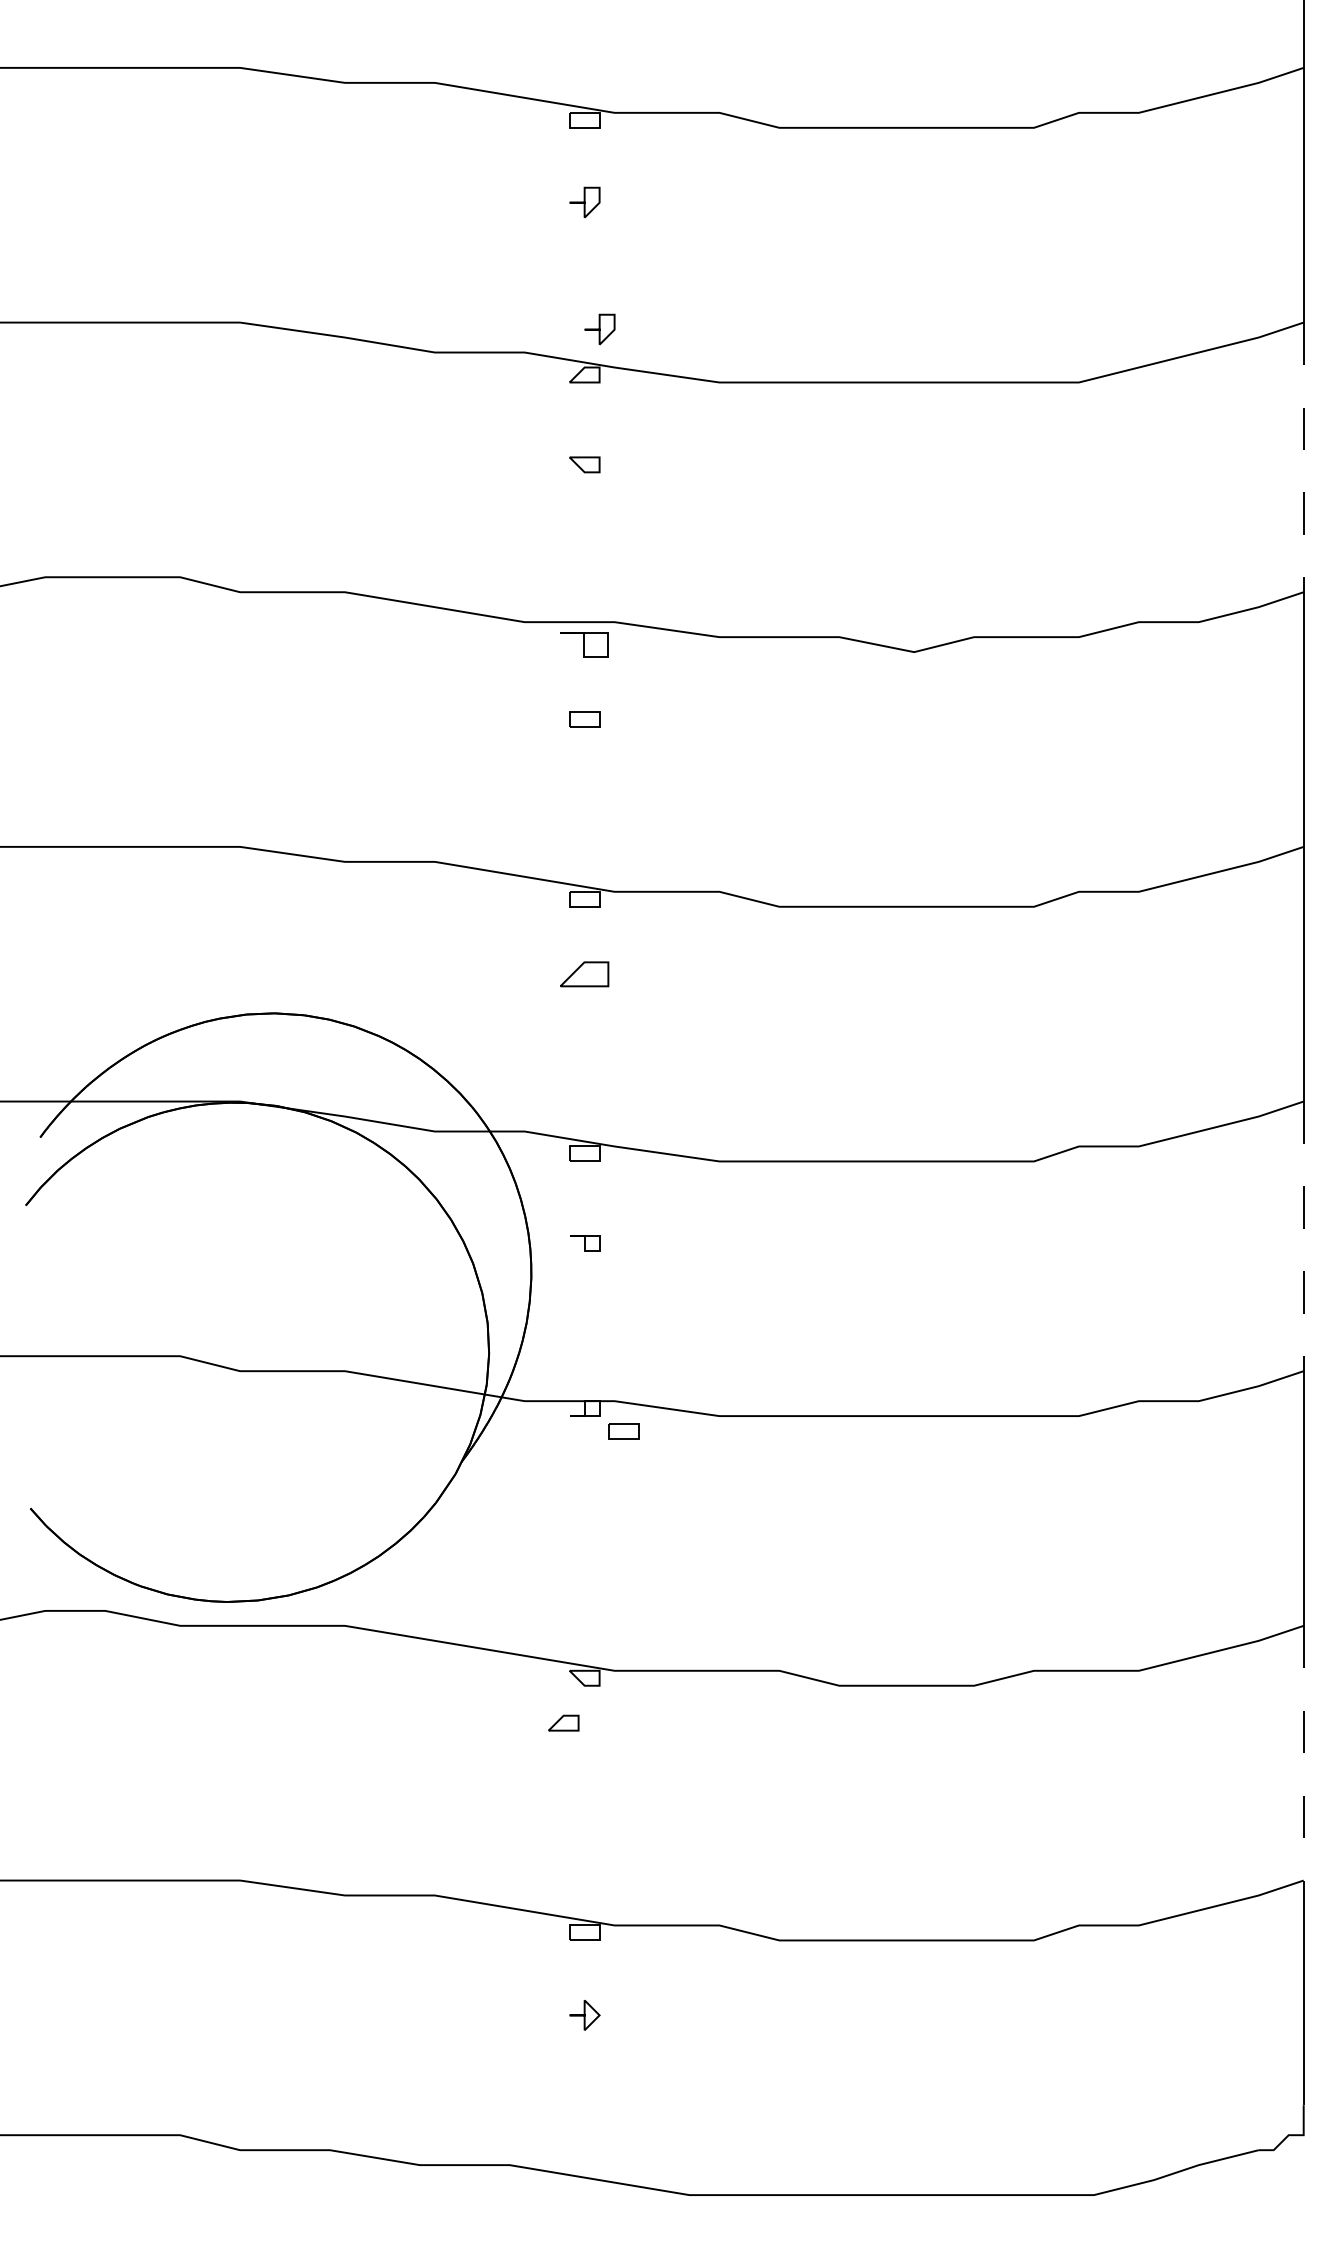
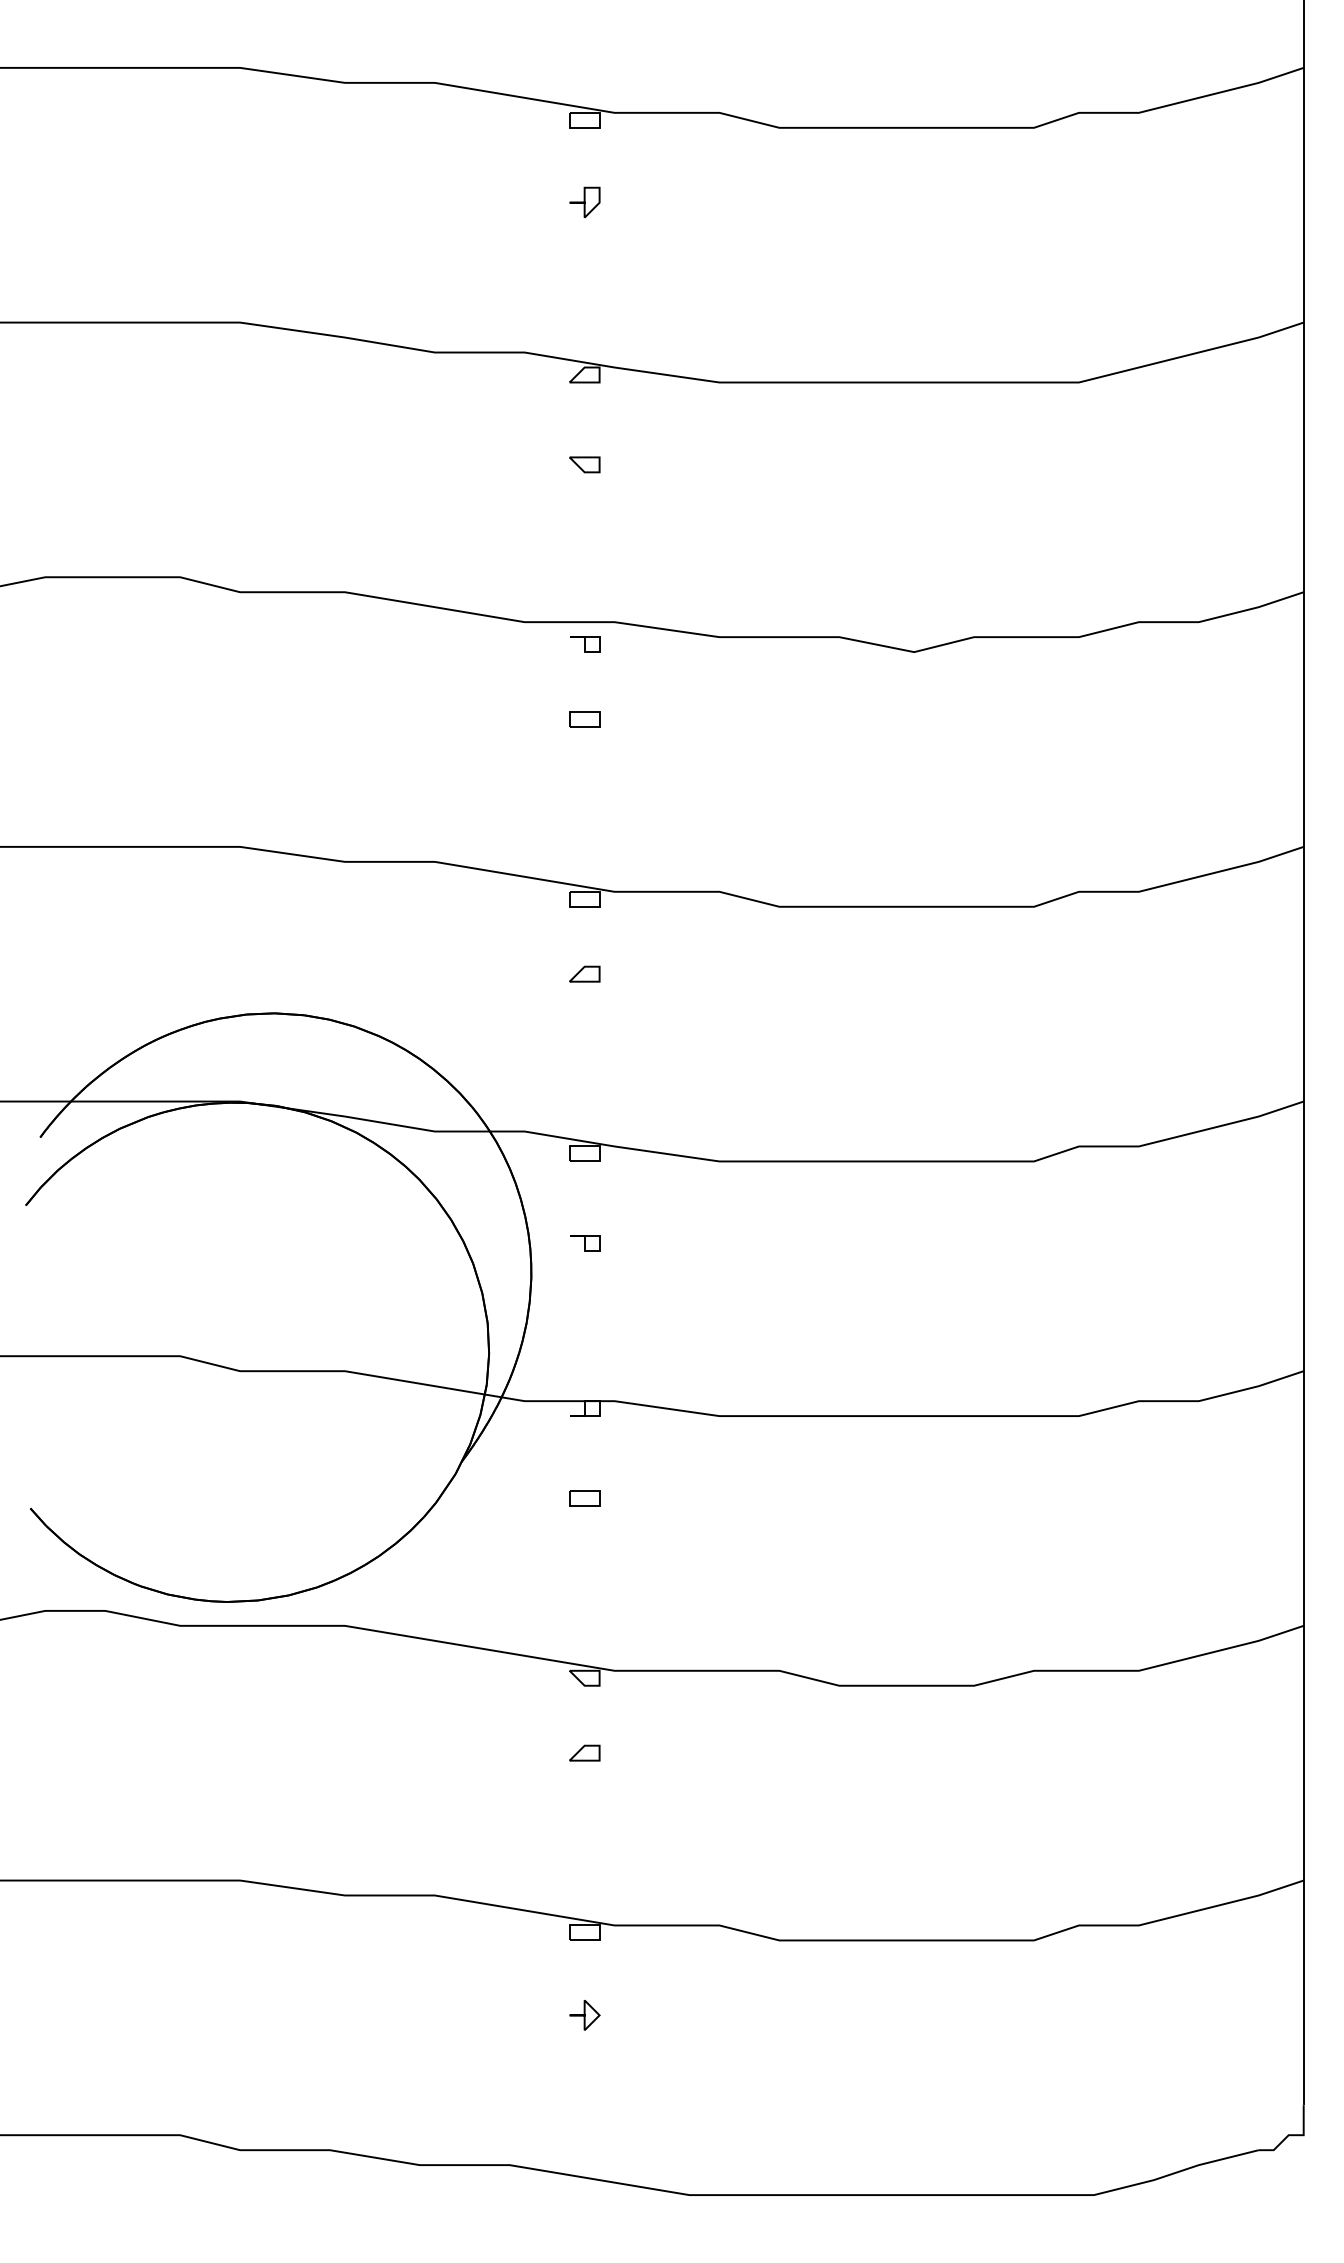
part at (599, 329): present -> none
line at (1303, 457): dashed -> solid
part at (584, 644) size: 49x26 px -> 31x17 px
part at (584, 974) size: 50x27 px -> 32x18 px
line at (1303, 1236): dashed -> solid
part at (623, 1431) position: (623, 1431) -> (584, 1498)
part at (563, 1722) position: (563, 1722) -> (584, 1752)
line at (1303, 1753): dashed -> solid
